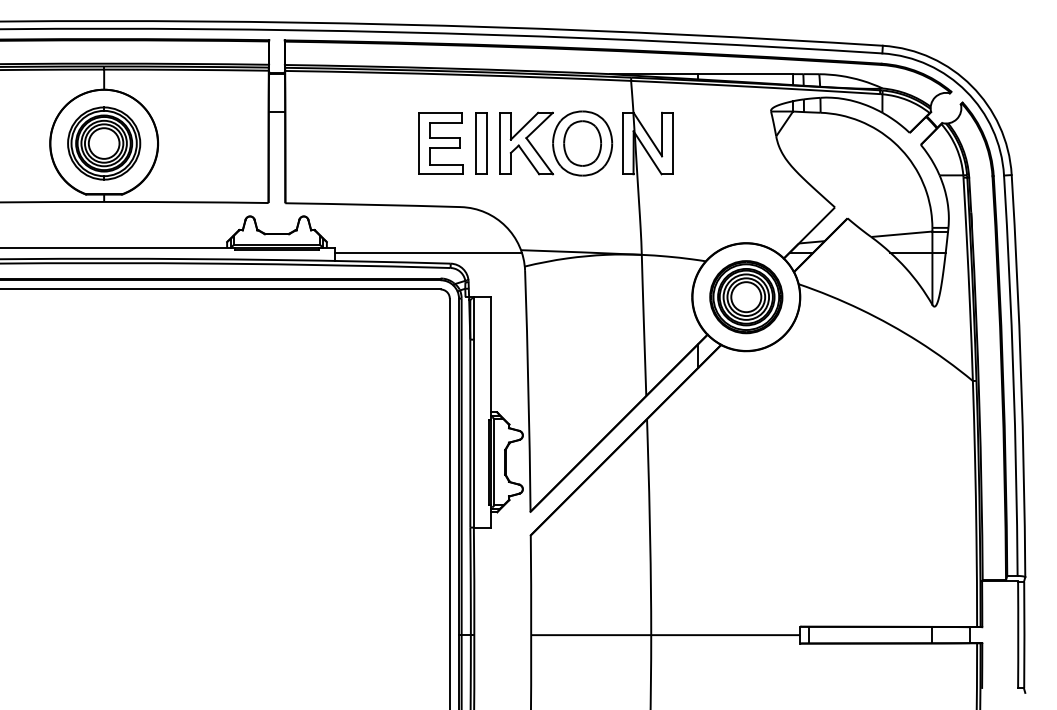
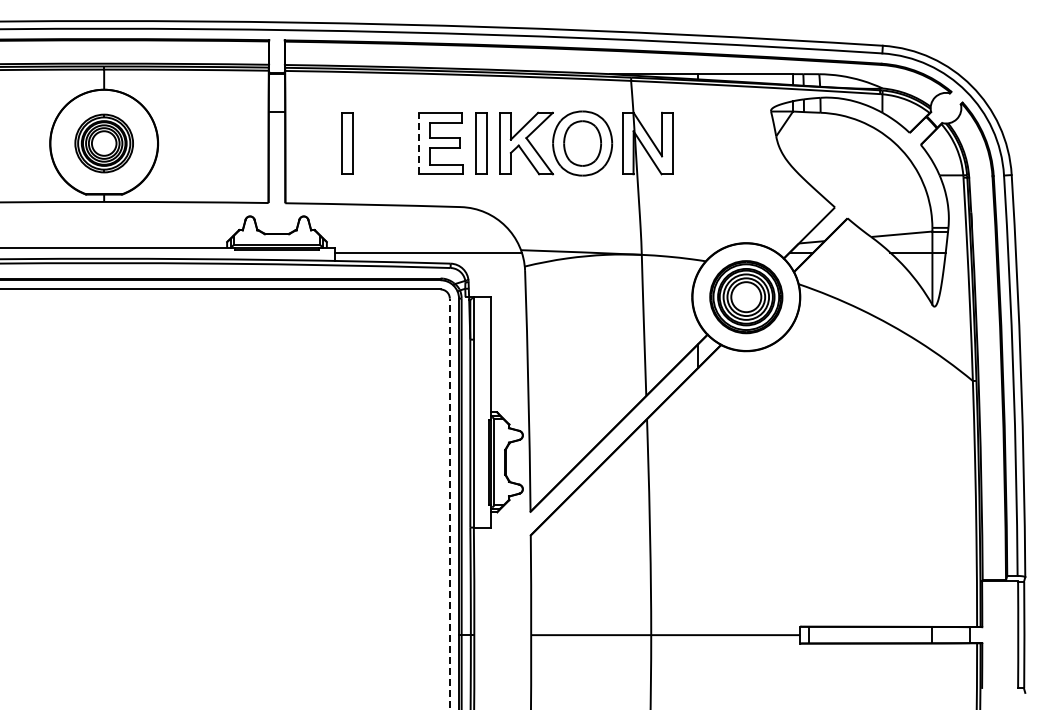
part at (104, 143) size: 75x75 px -> 60x61 px
part at (347, 143): none -> present
line at (419, 143): solid -> dashed
line at (449, 503): solid -> dashed
